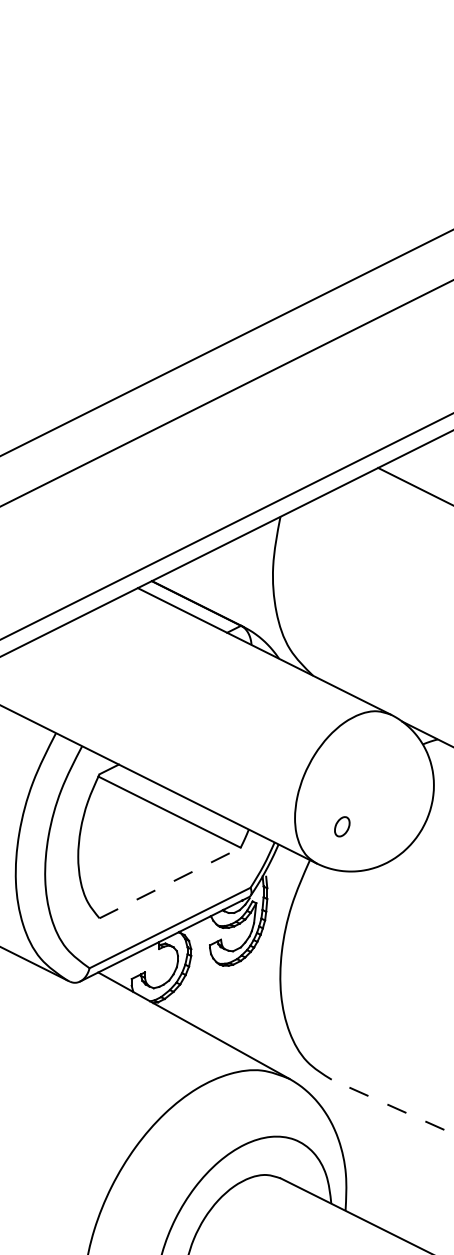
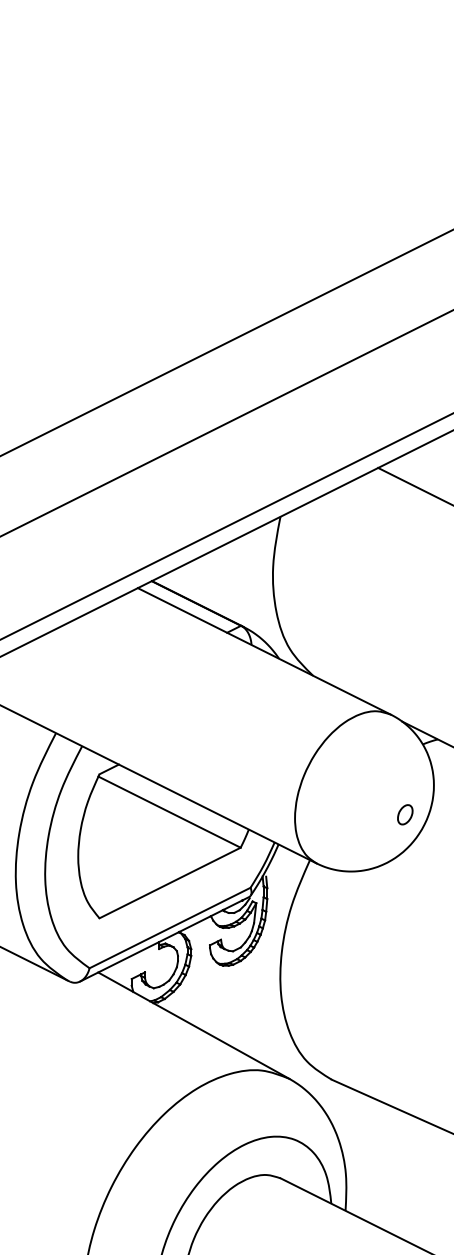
line at (226, 393) position: (226, 393) -> (226, 423)
part at (342, 826) position: (342, 826) -> (405, 814)
line at (170, 883): dashed -> solid
line at (392, 1106): dashed -> solid
